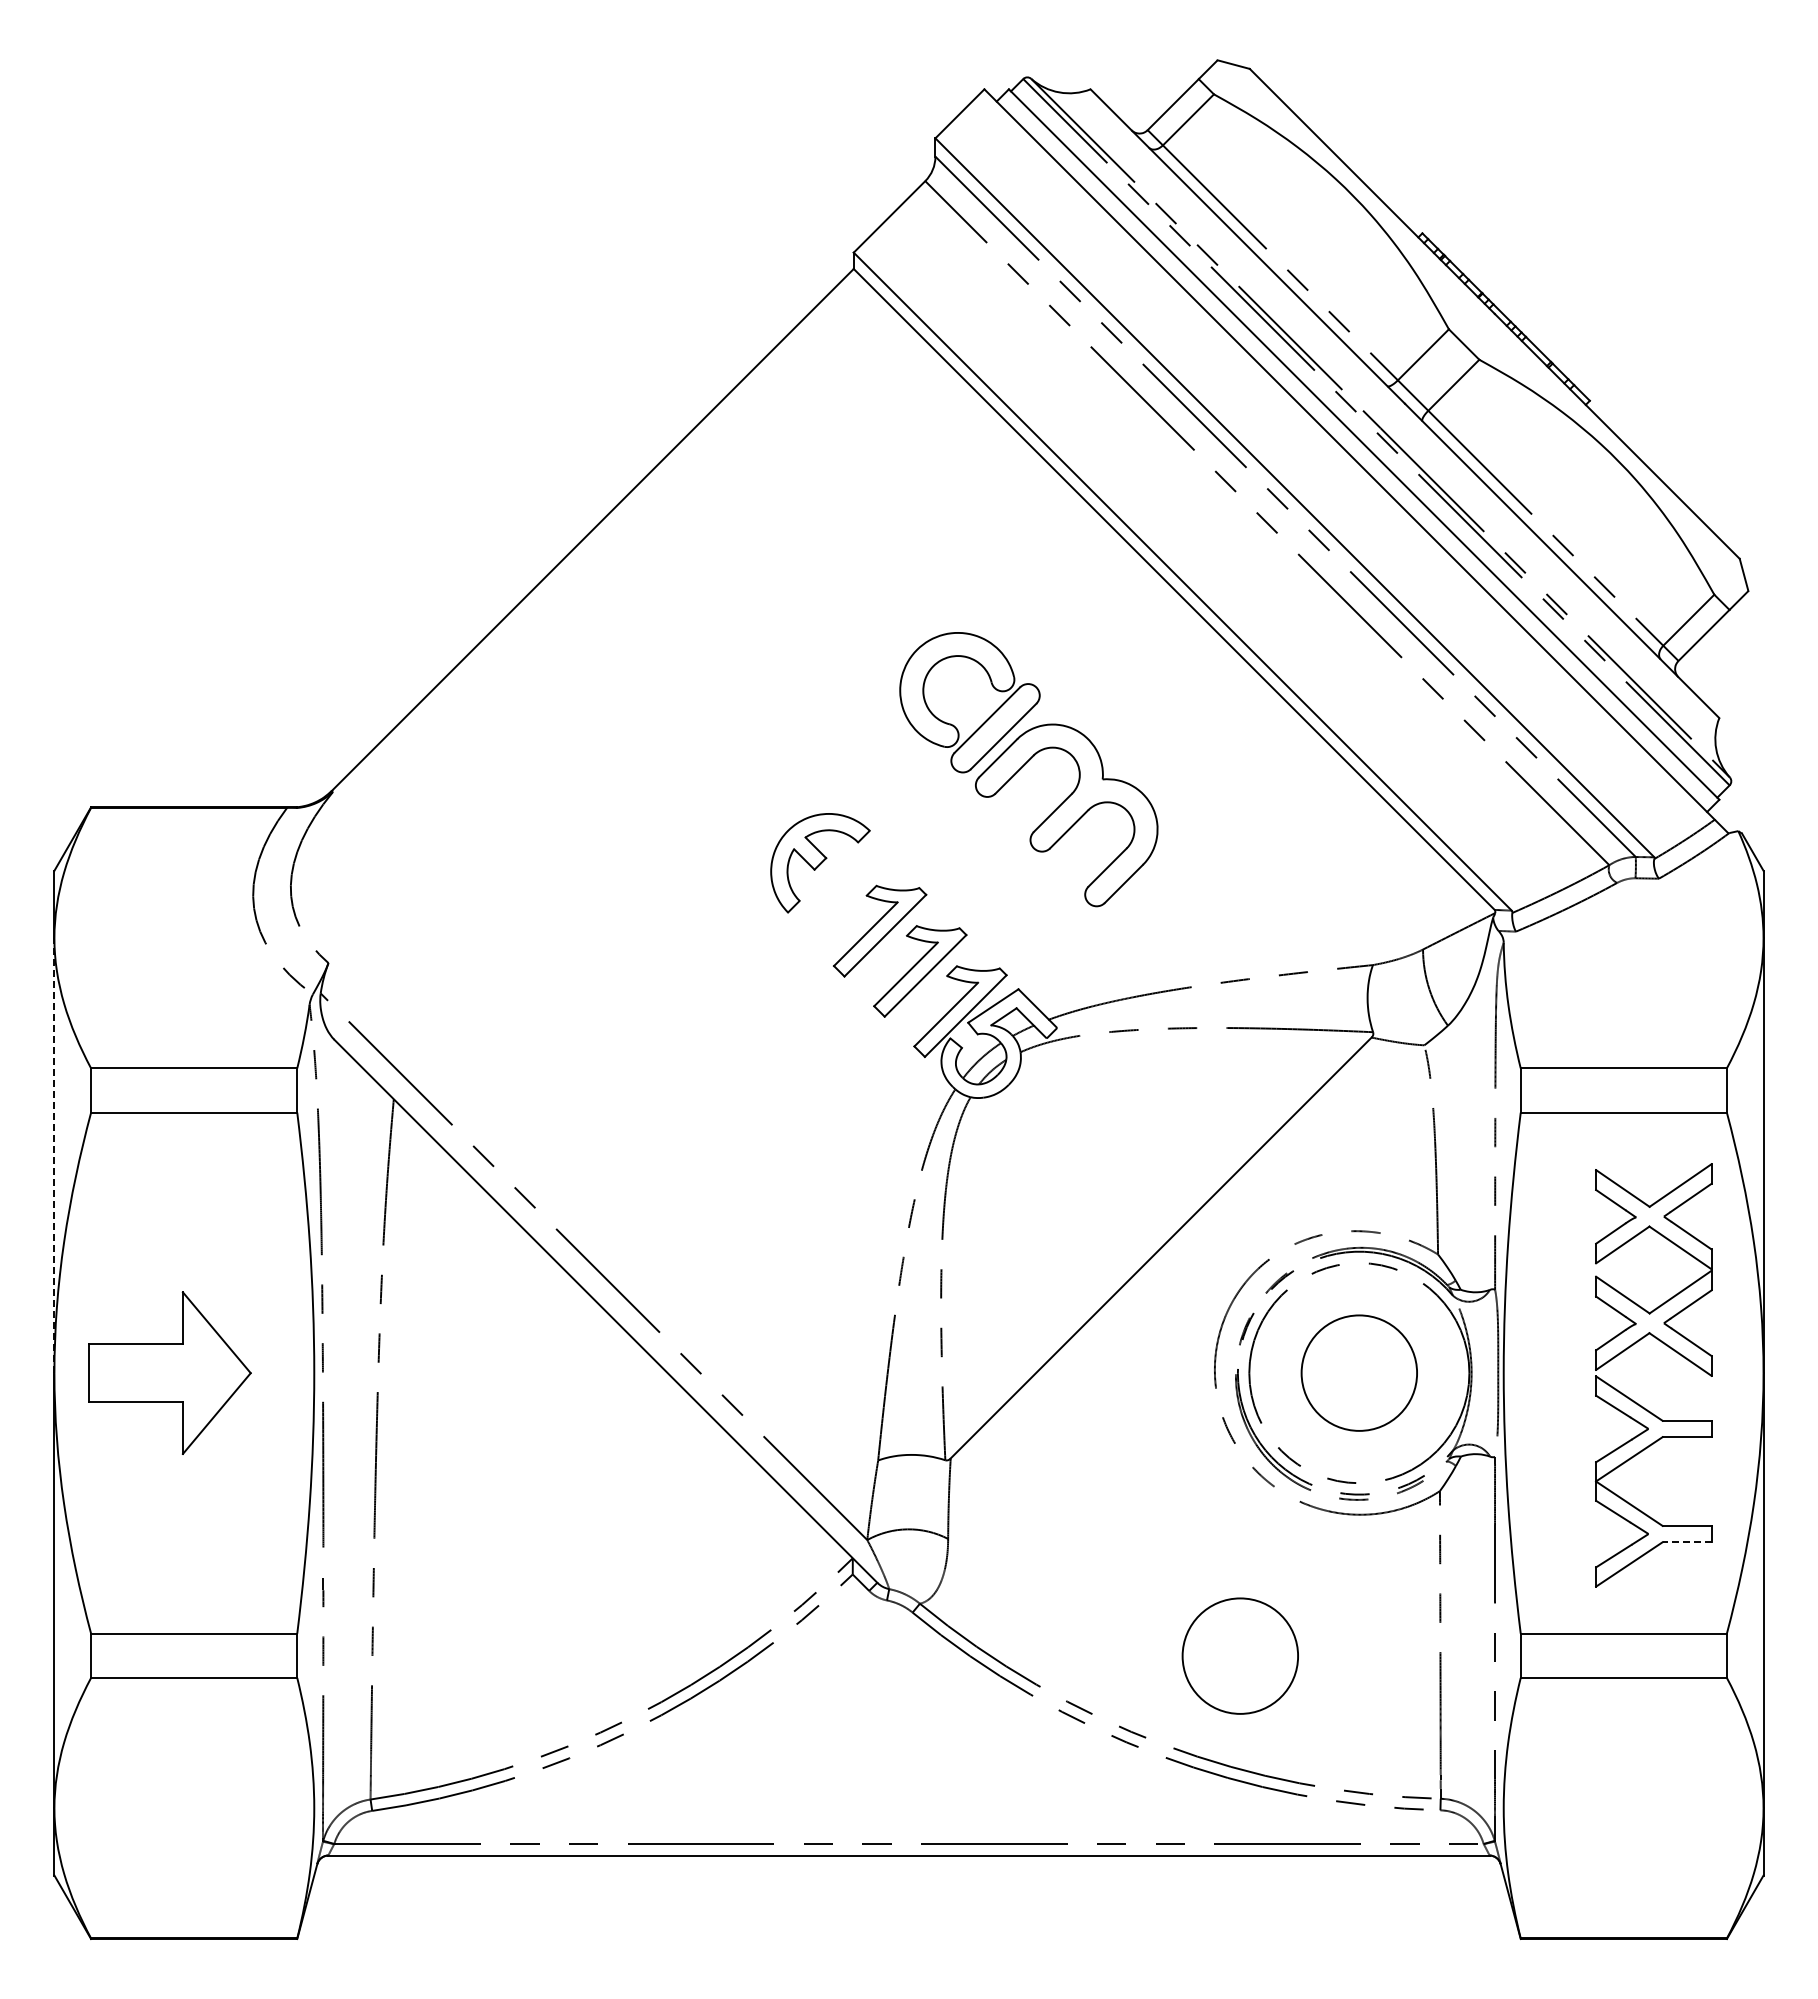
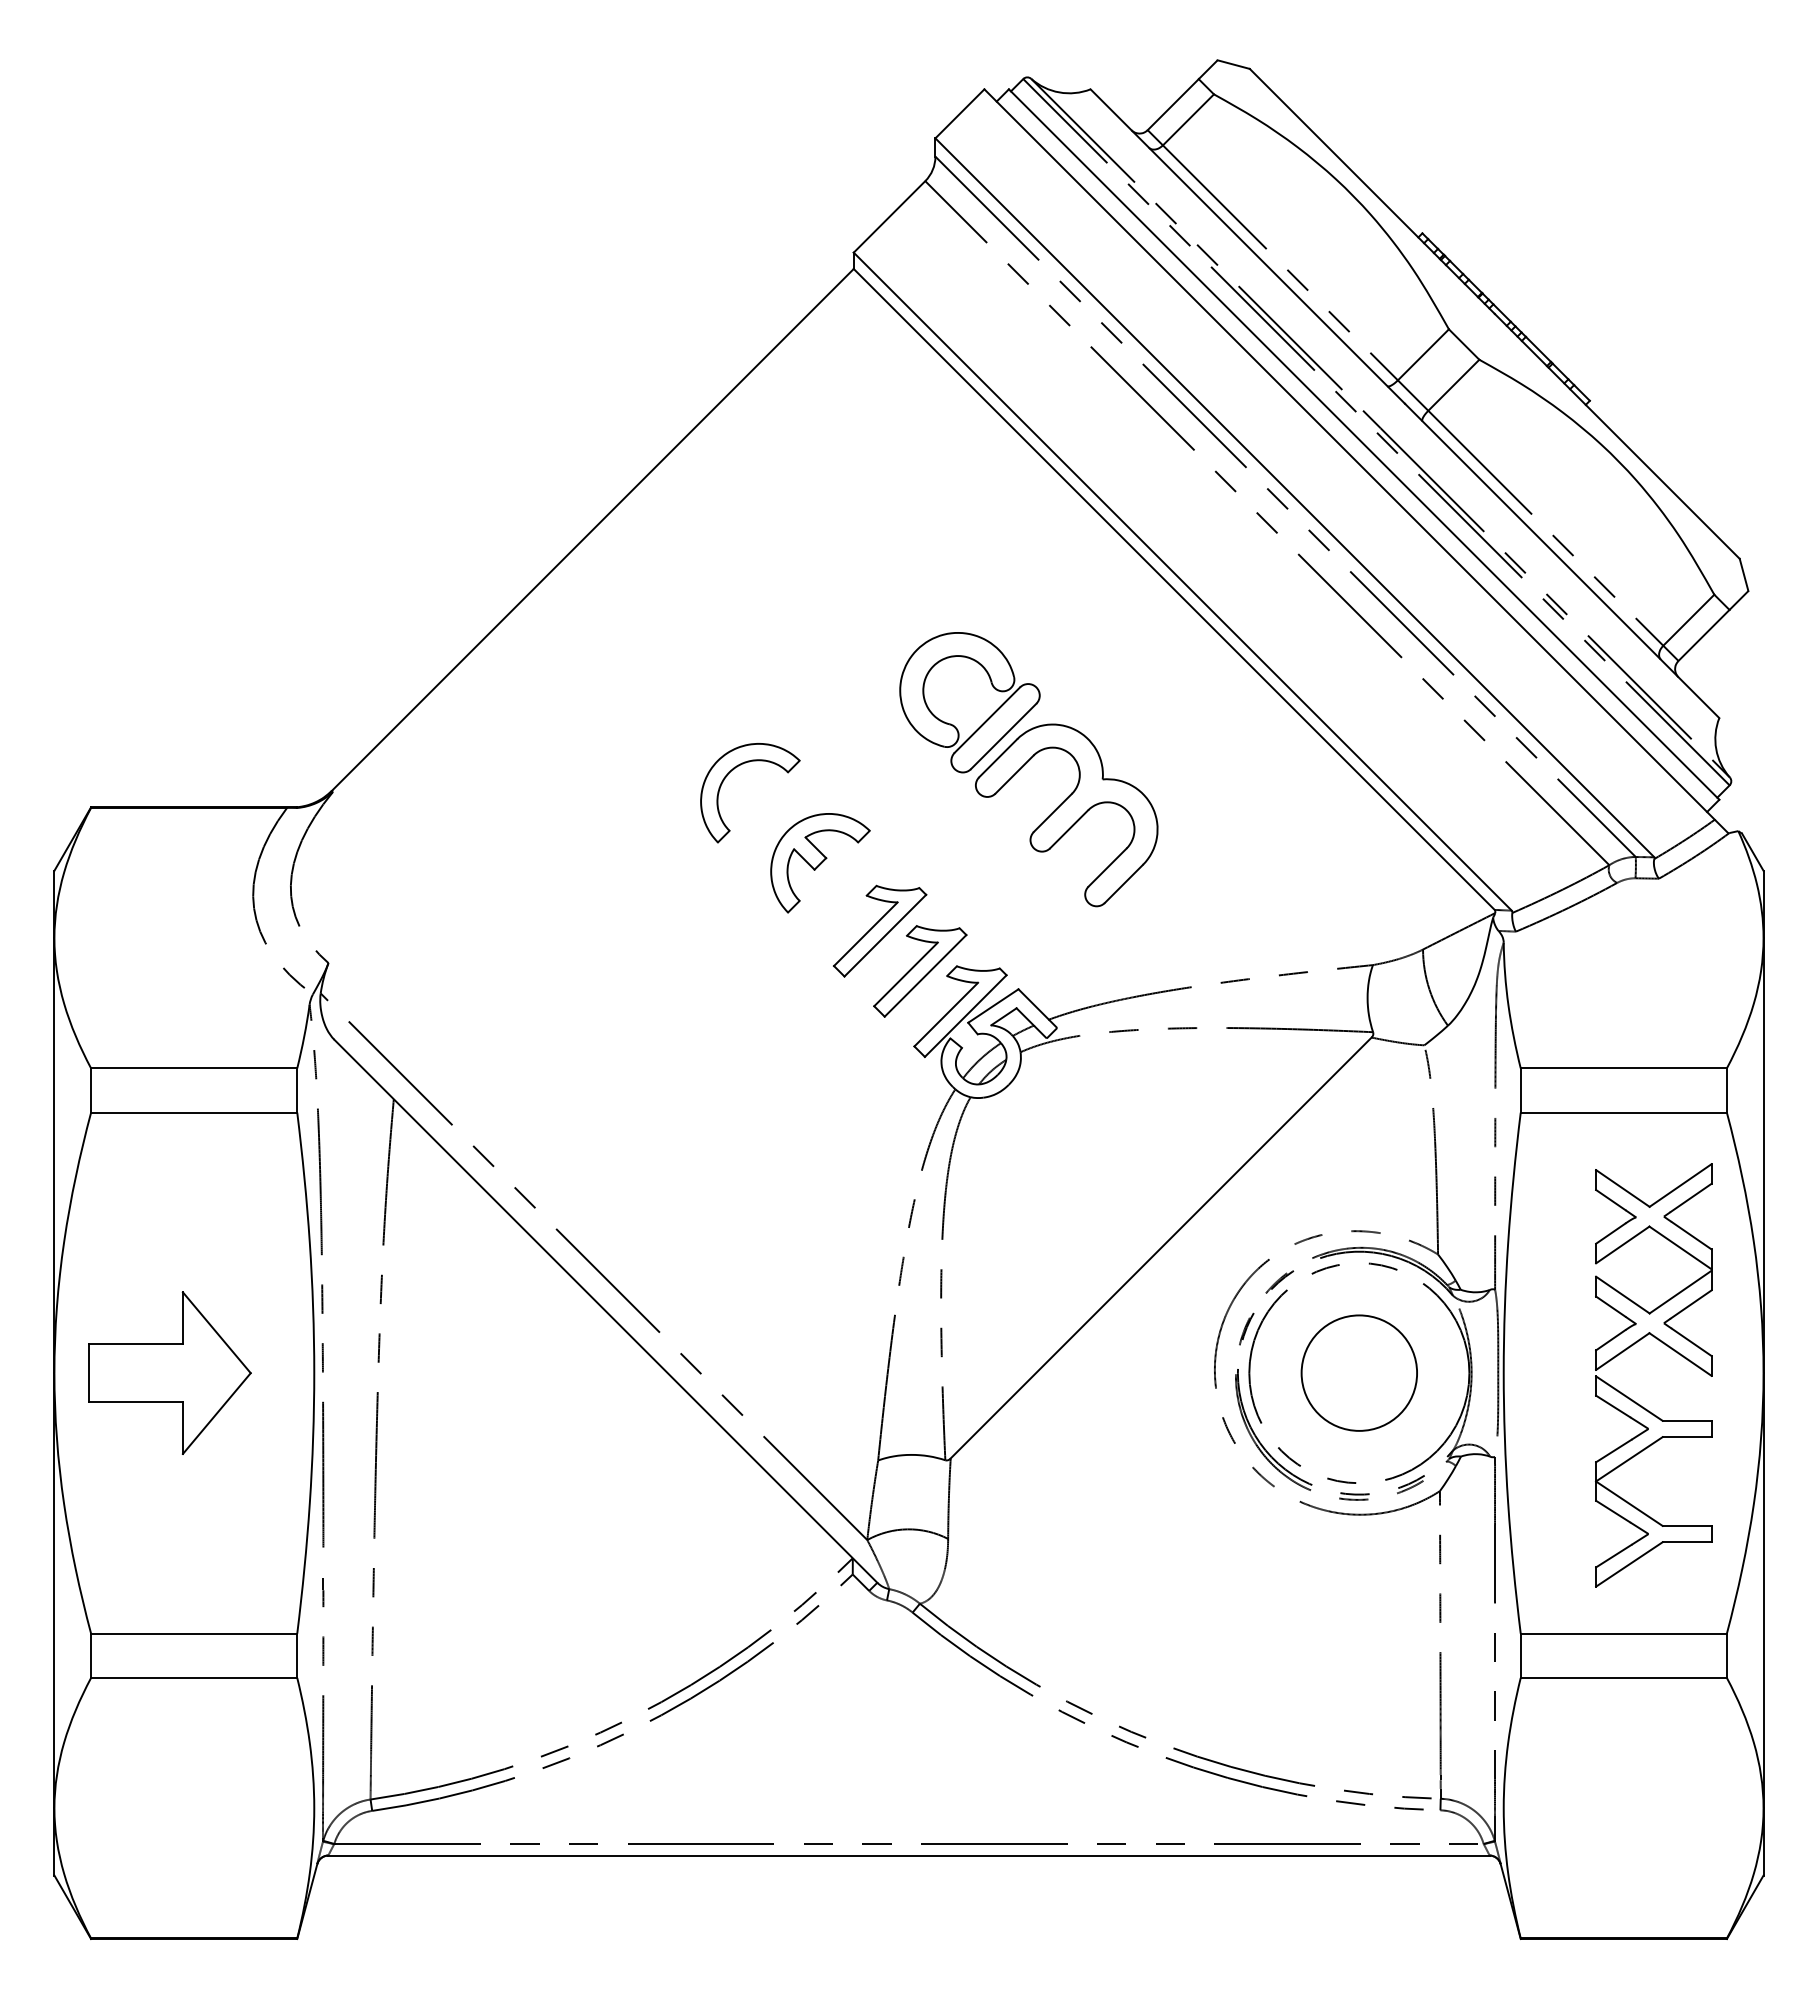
part at (733, 770): none -> present
line at (54, 1155): dashed -> solid
line at (1686, 1542): dashed -> solid
circle at (1239, 1655): present -> none
